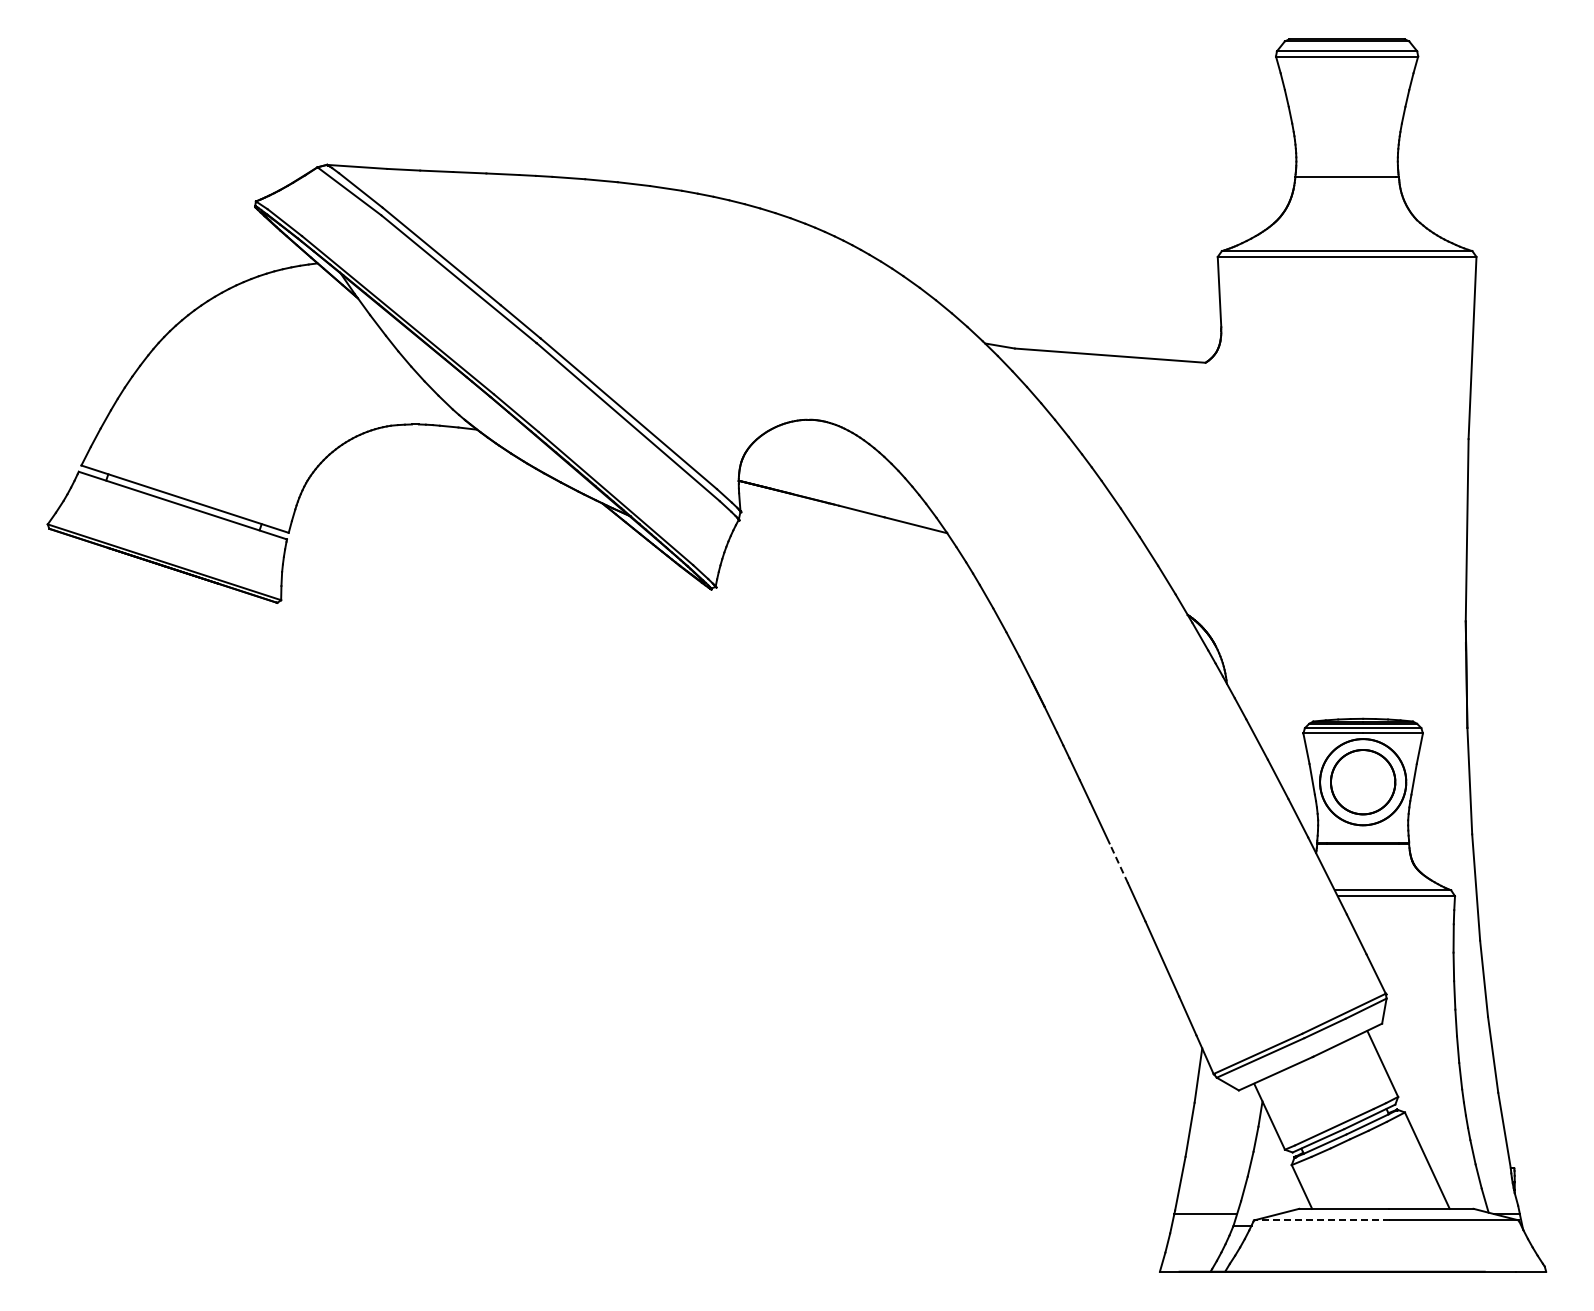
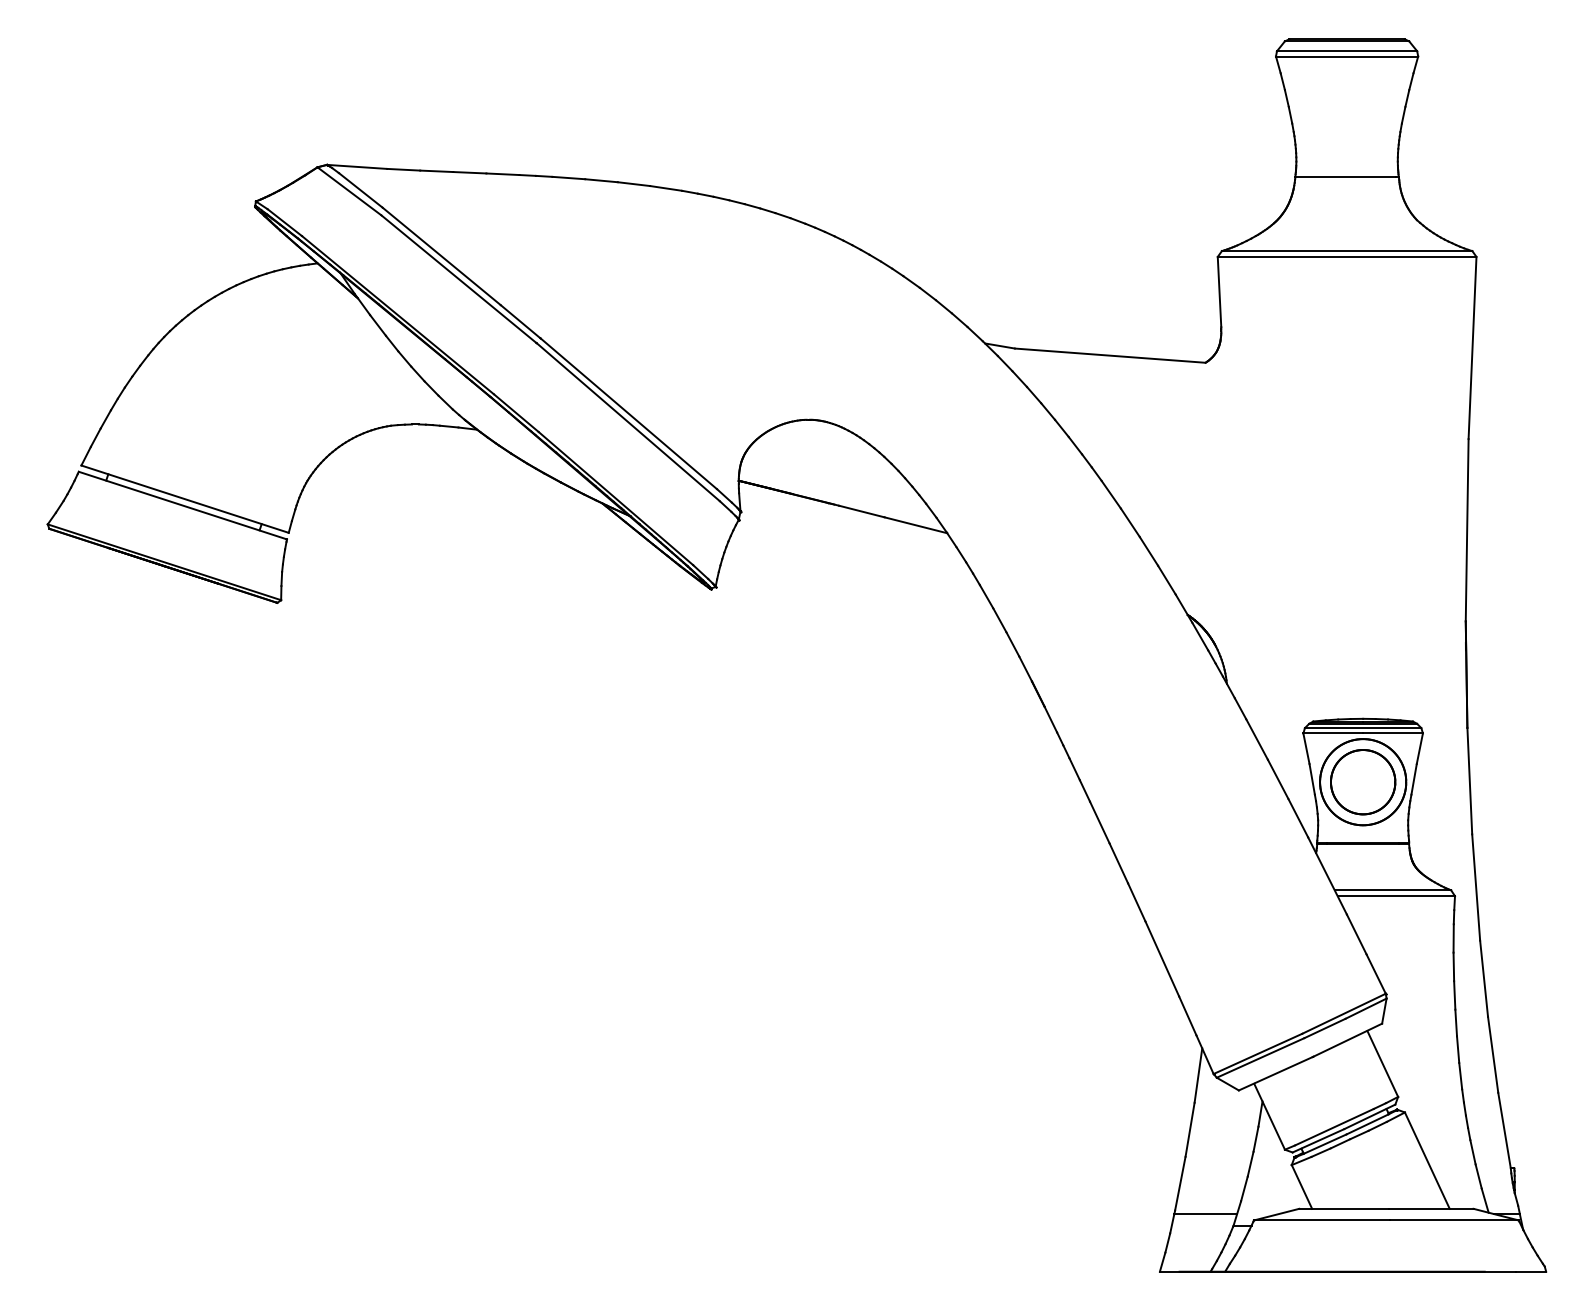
line at (1118, 863): dashed -> solid
line at (1321, 1220): dashed -> solid
